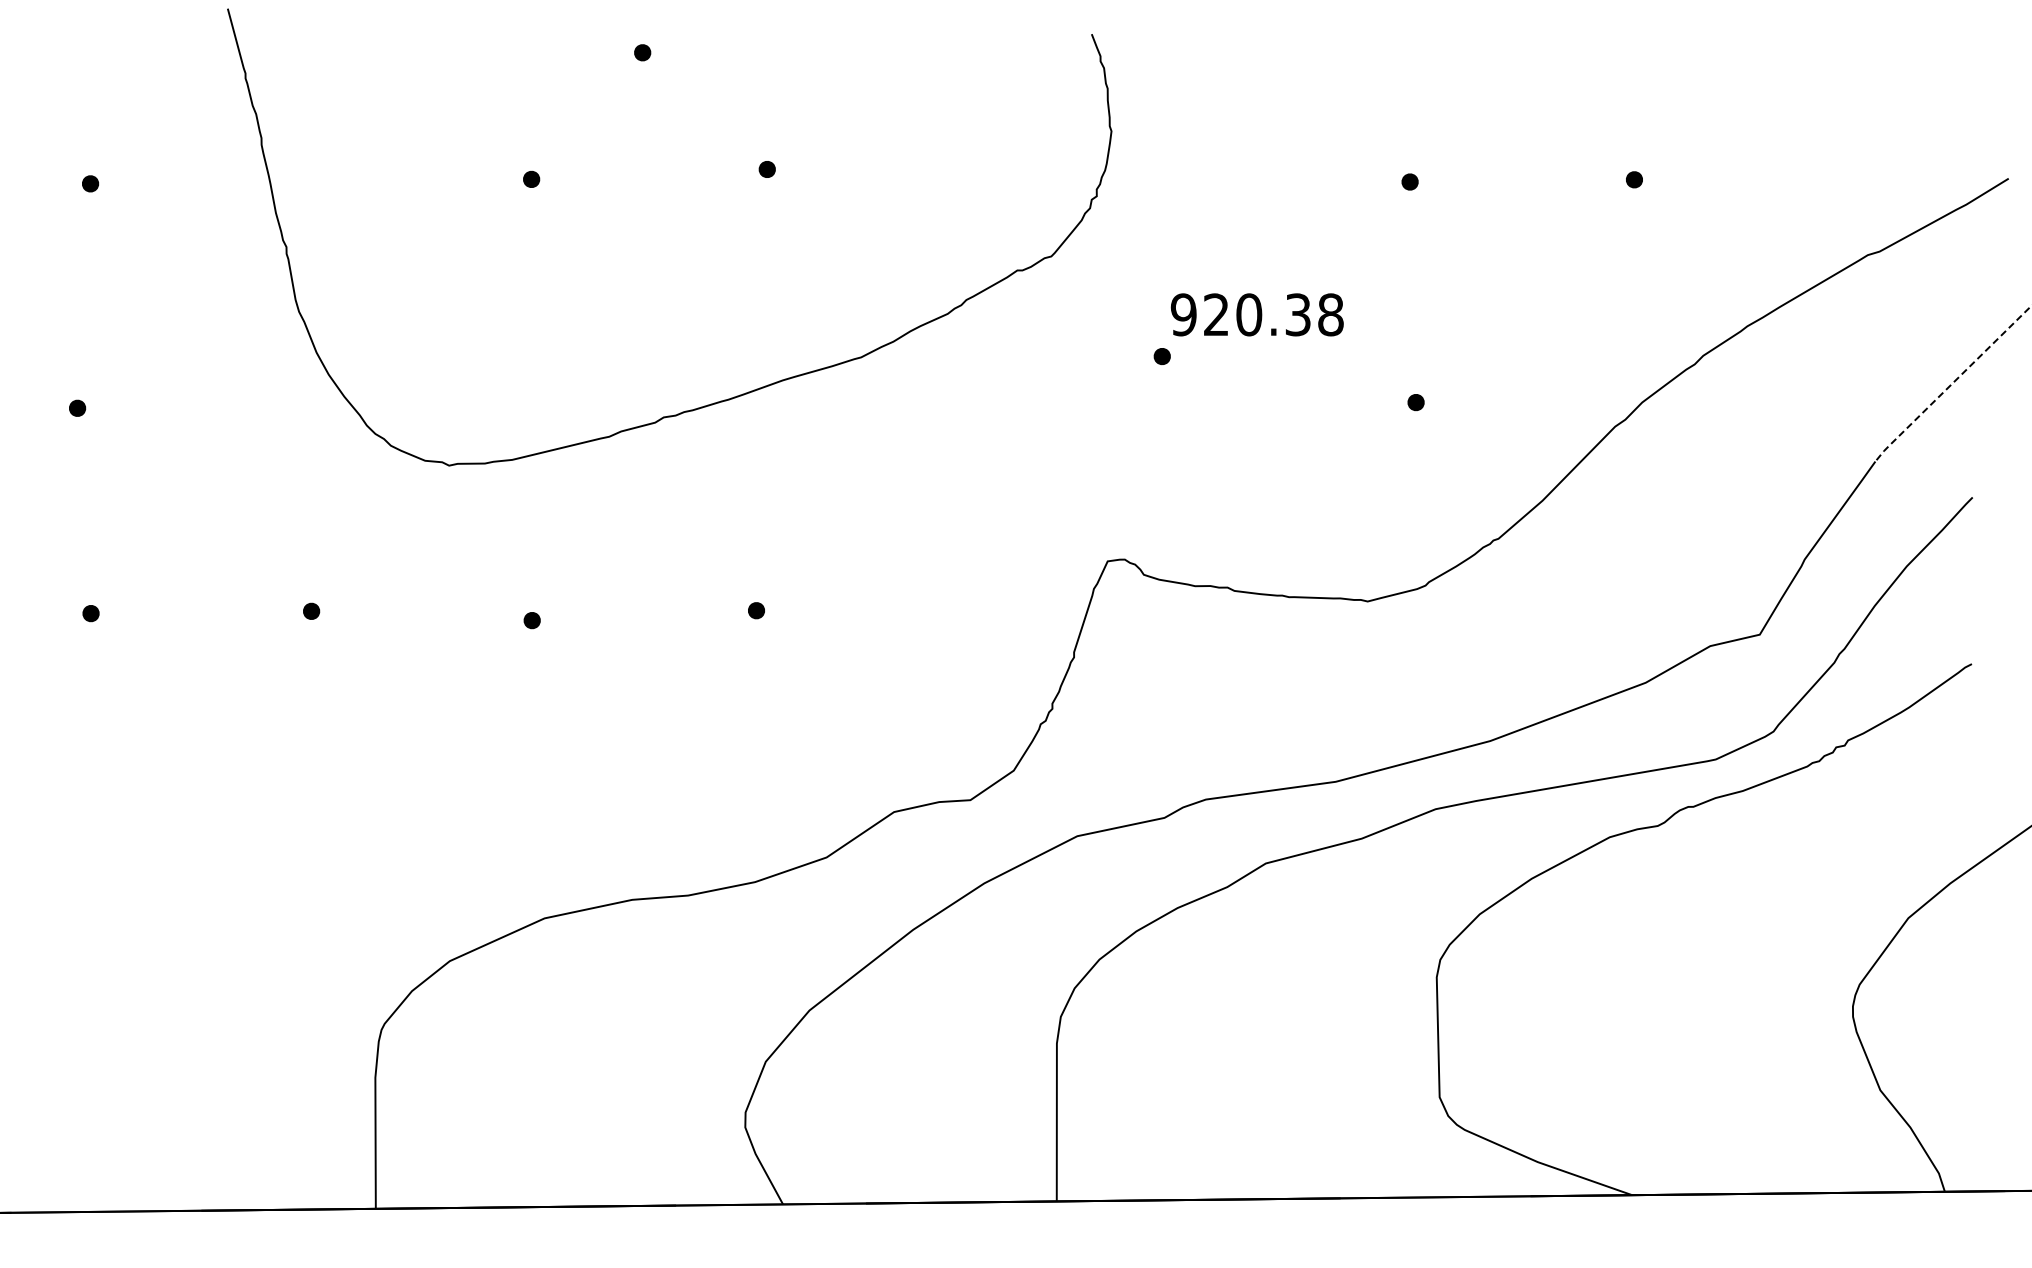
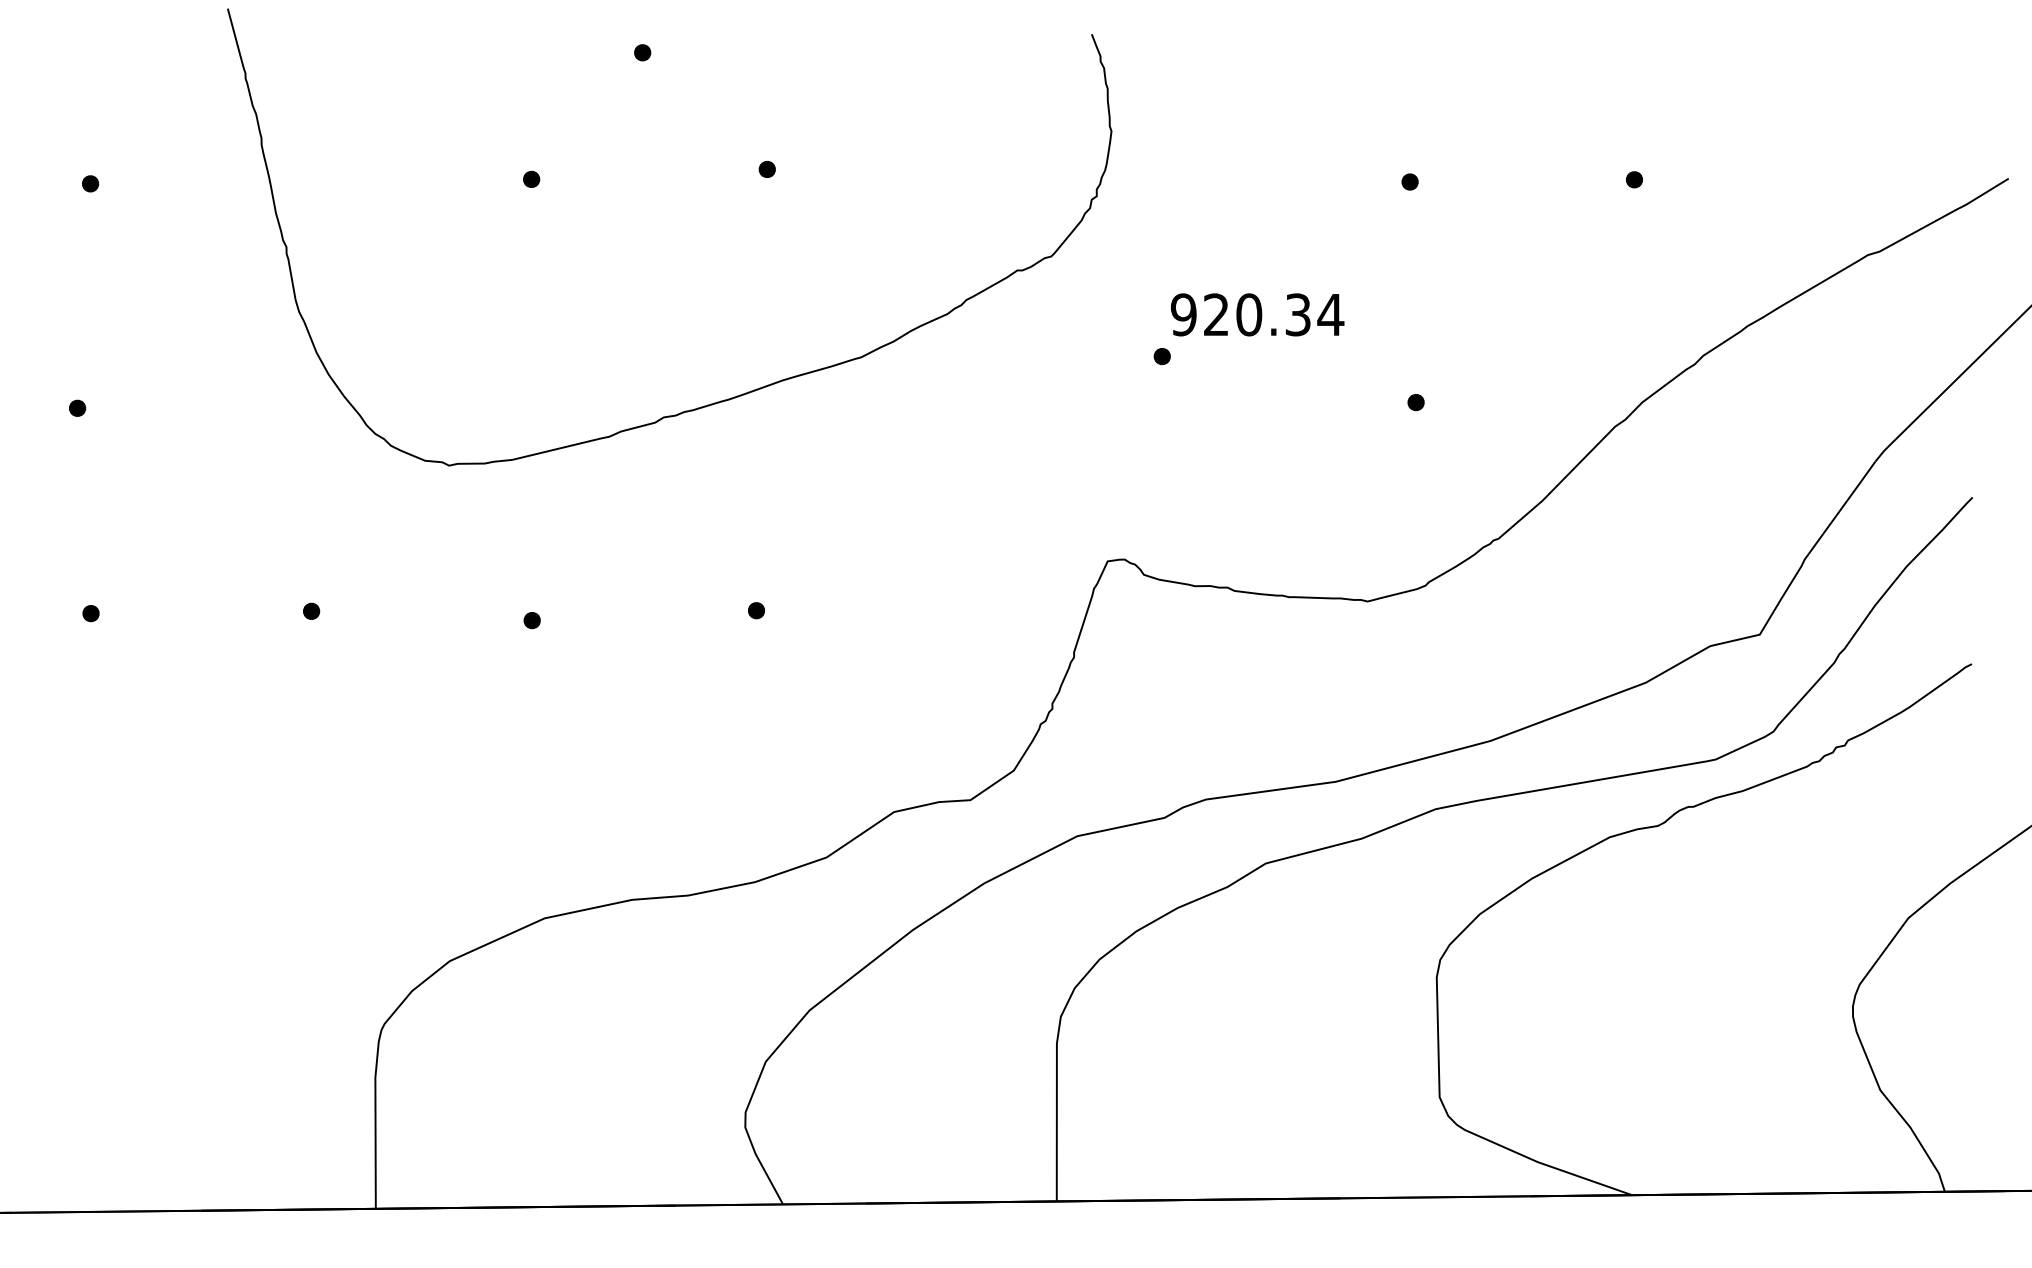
text at (1330, 314): 920.38 -> 920.34
line at (1951, 384): dashed -> solid
